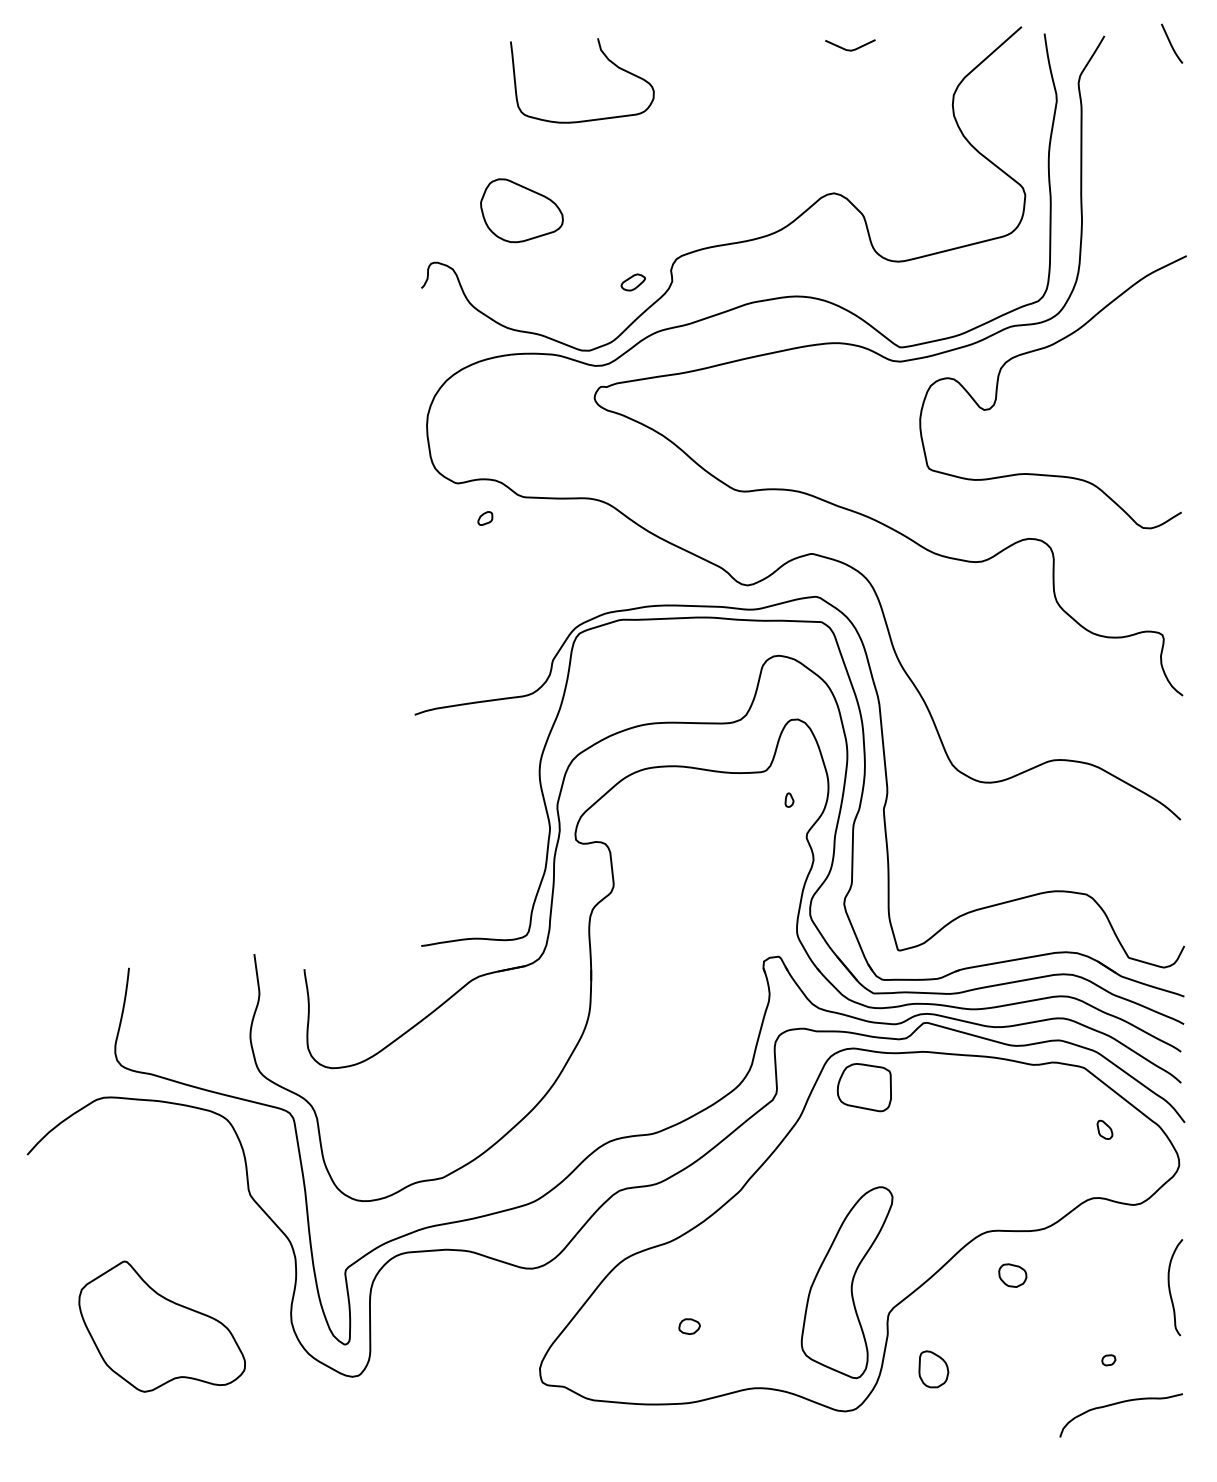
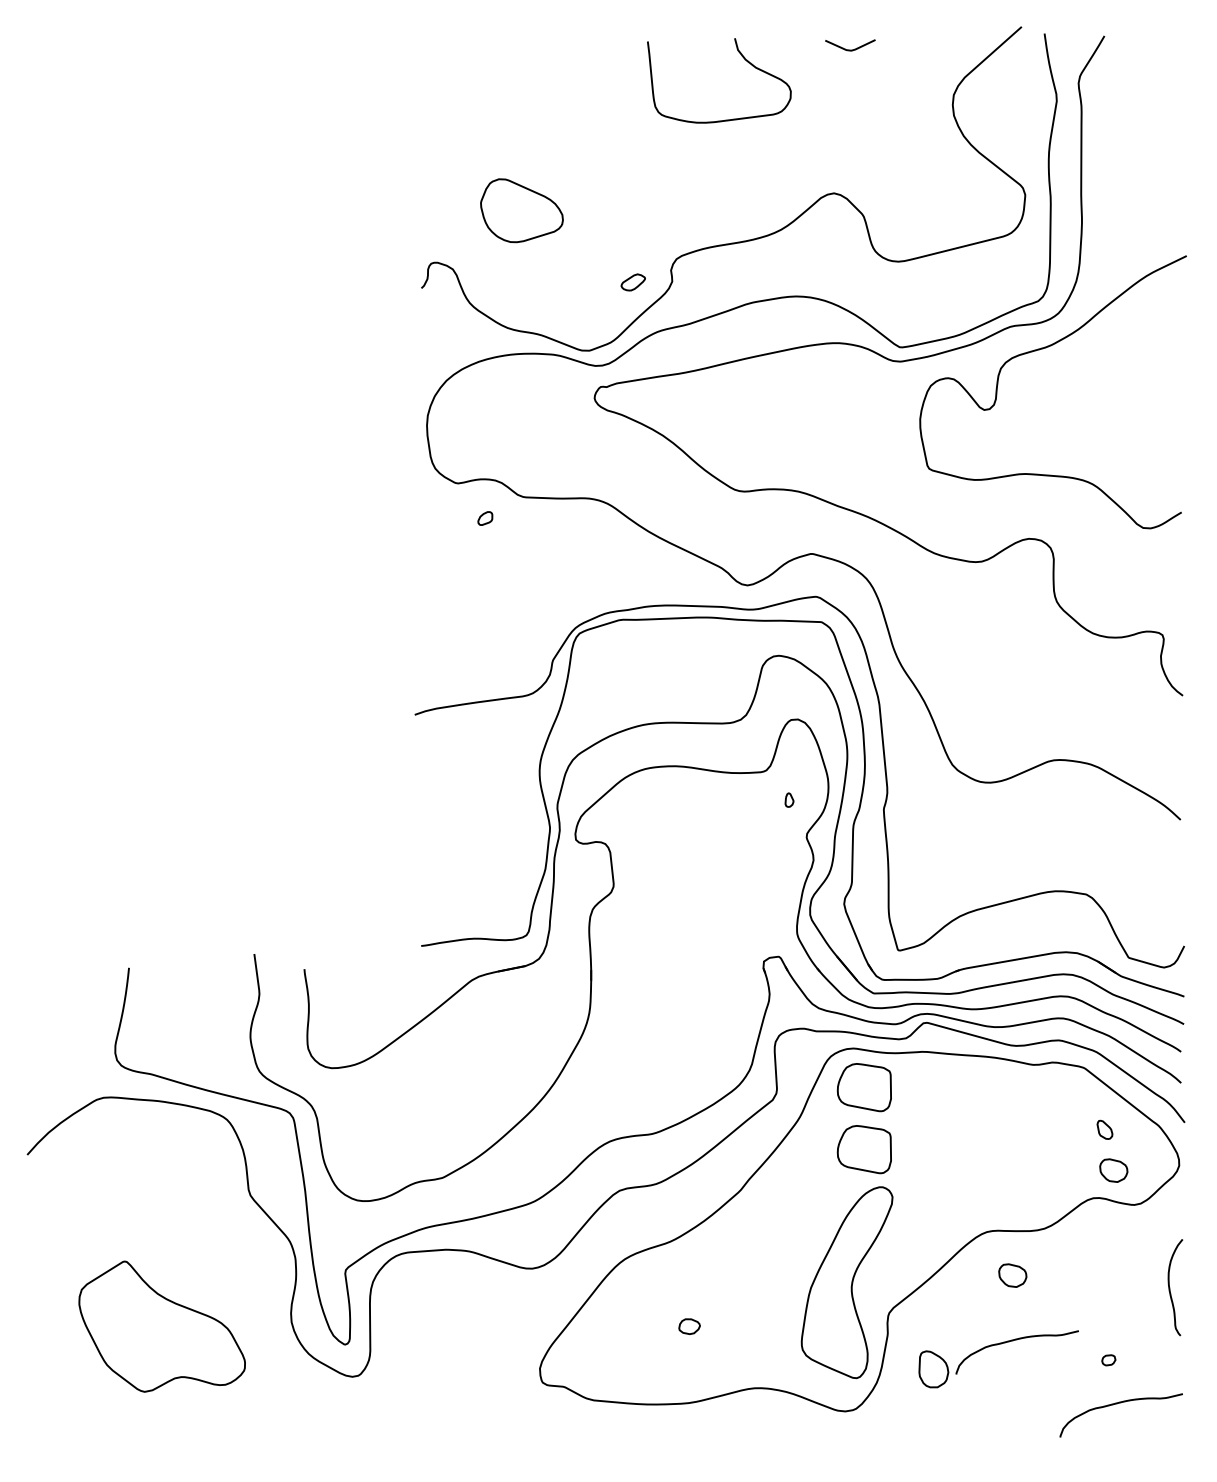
curve at (1171, 43): present -> none
curve at (605, 57) position: (605, 57) -> (742, 57)
part at (863, 1149): none -> present
part at (1113, 1170): none -> present
curve at (1013, 1341): none -> present
